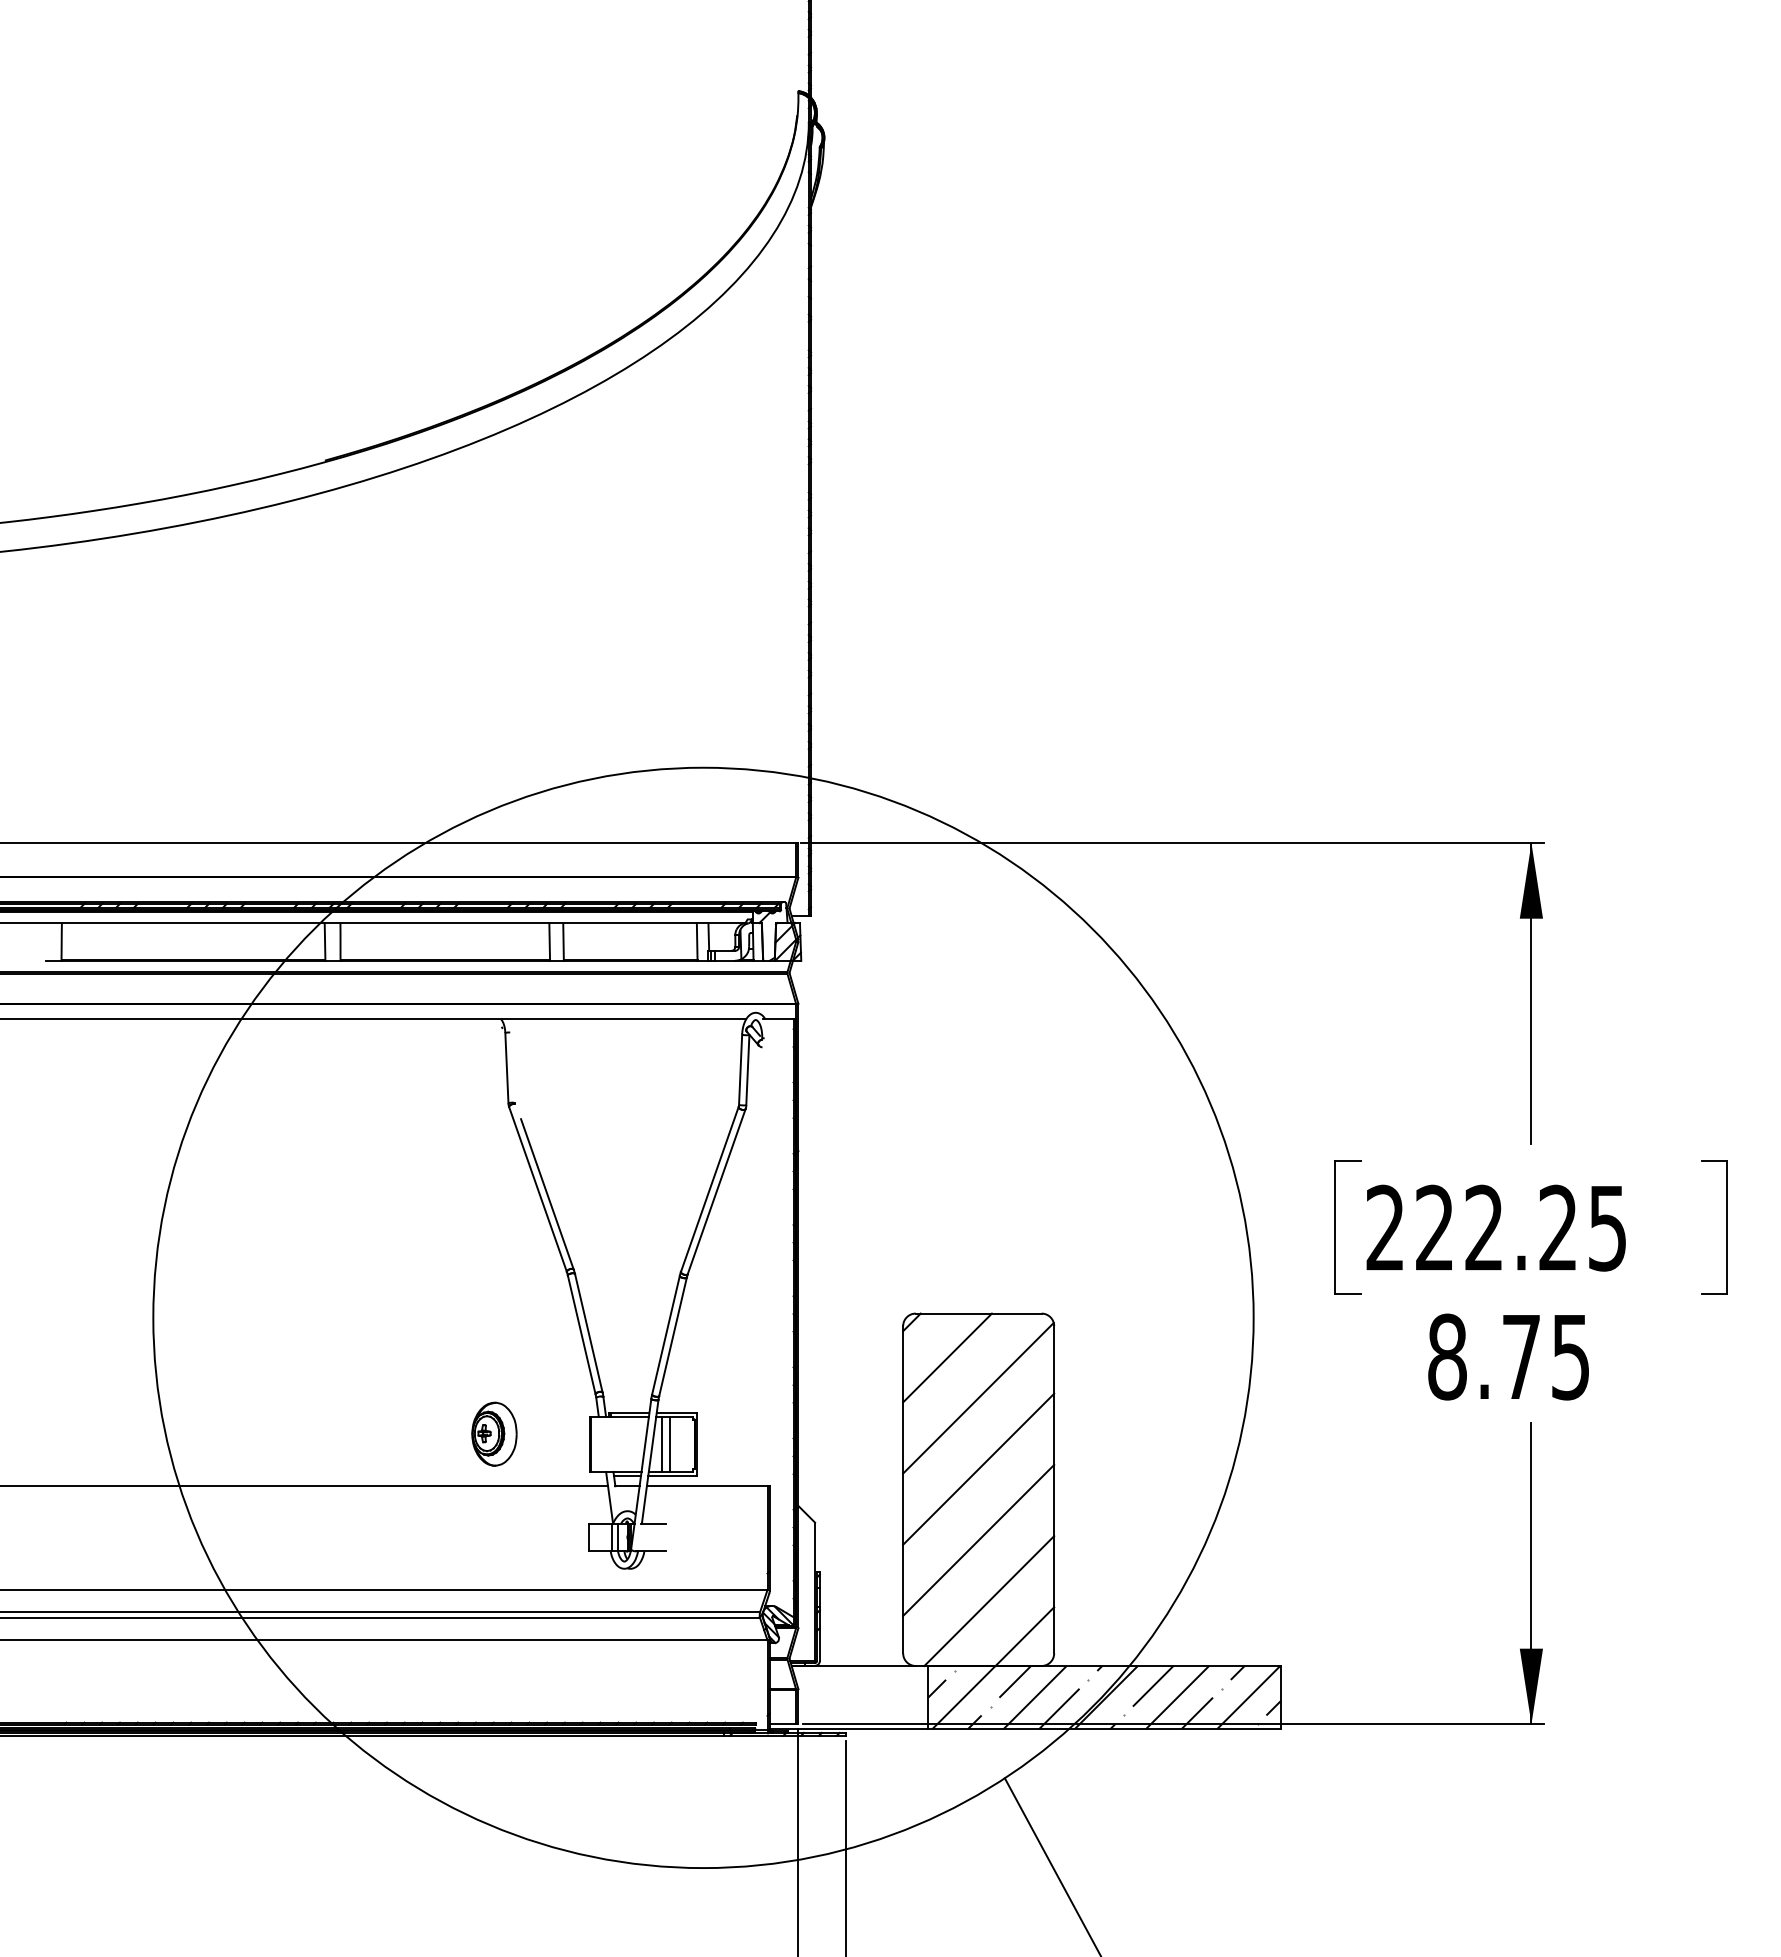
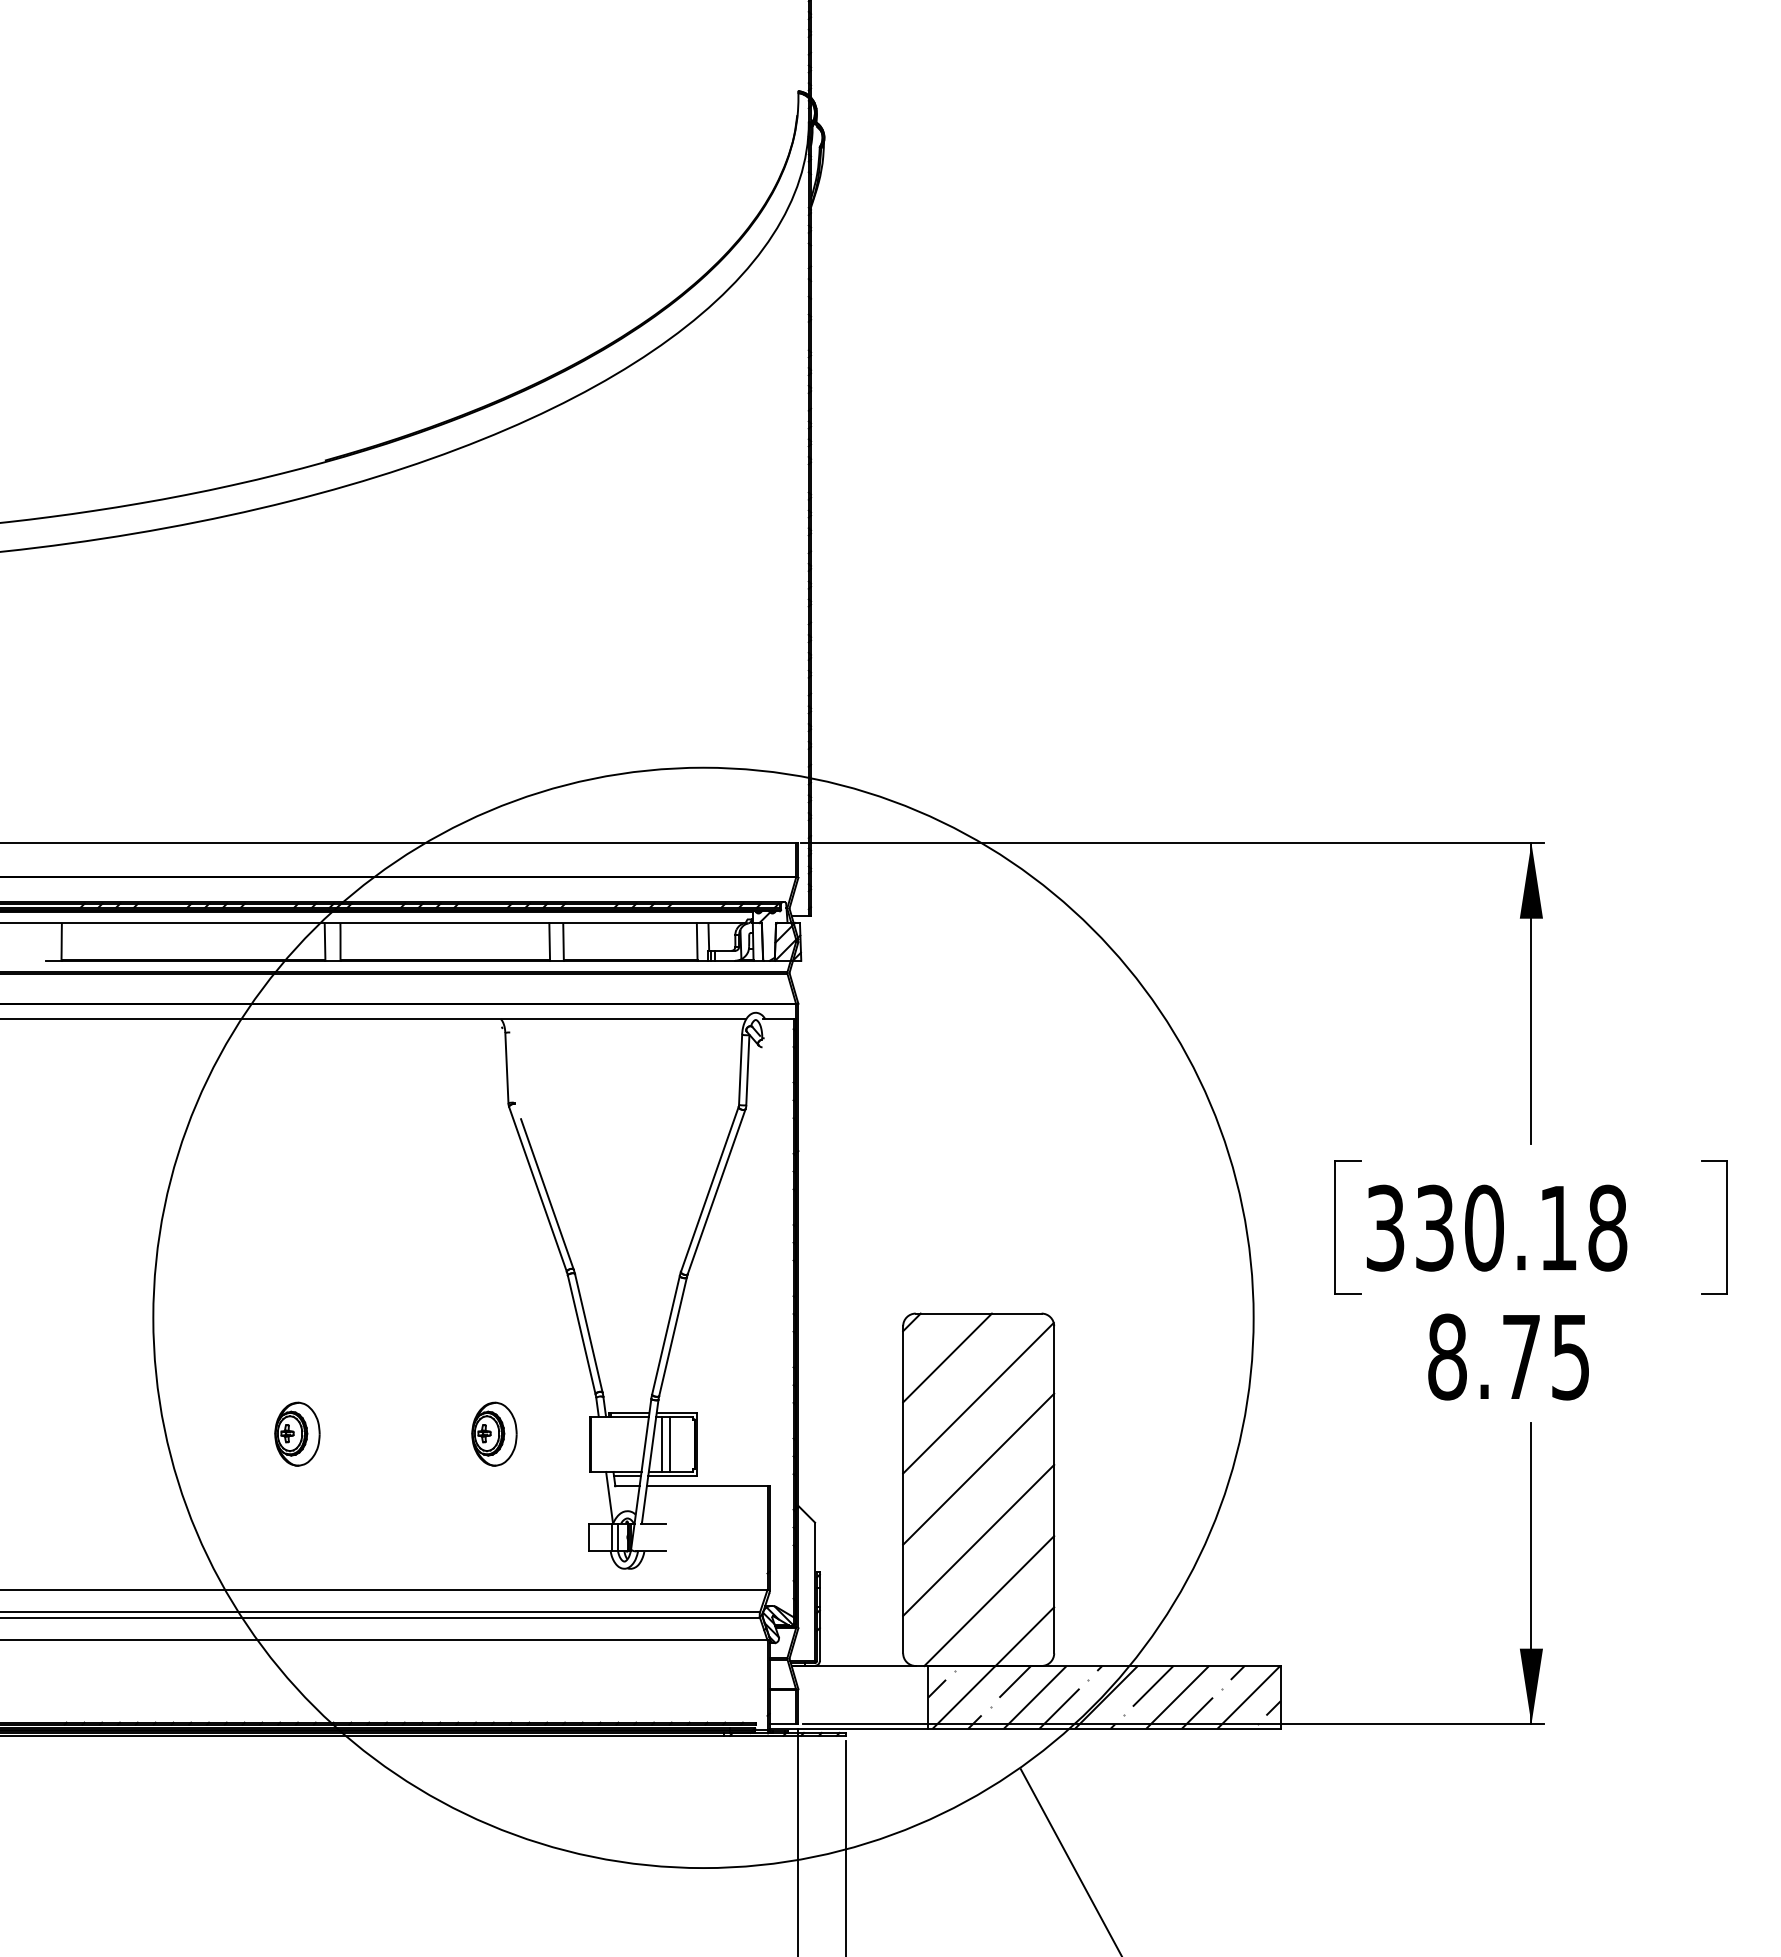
text at (1496, 1227): 222.25 -> 330.18
part at (297, 1433): none -> present
line at (305, 1486): present -> none
line at (1051, 1865) position: (1051, 1865) -> (1070, 1861)
